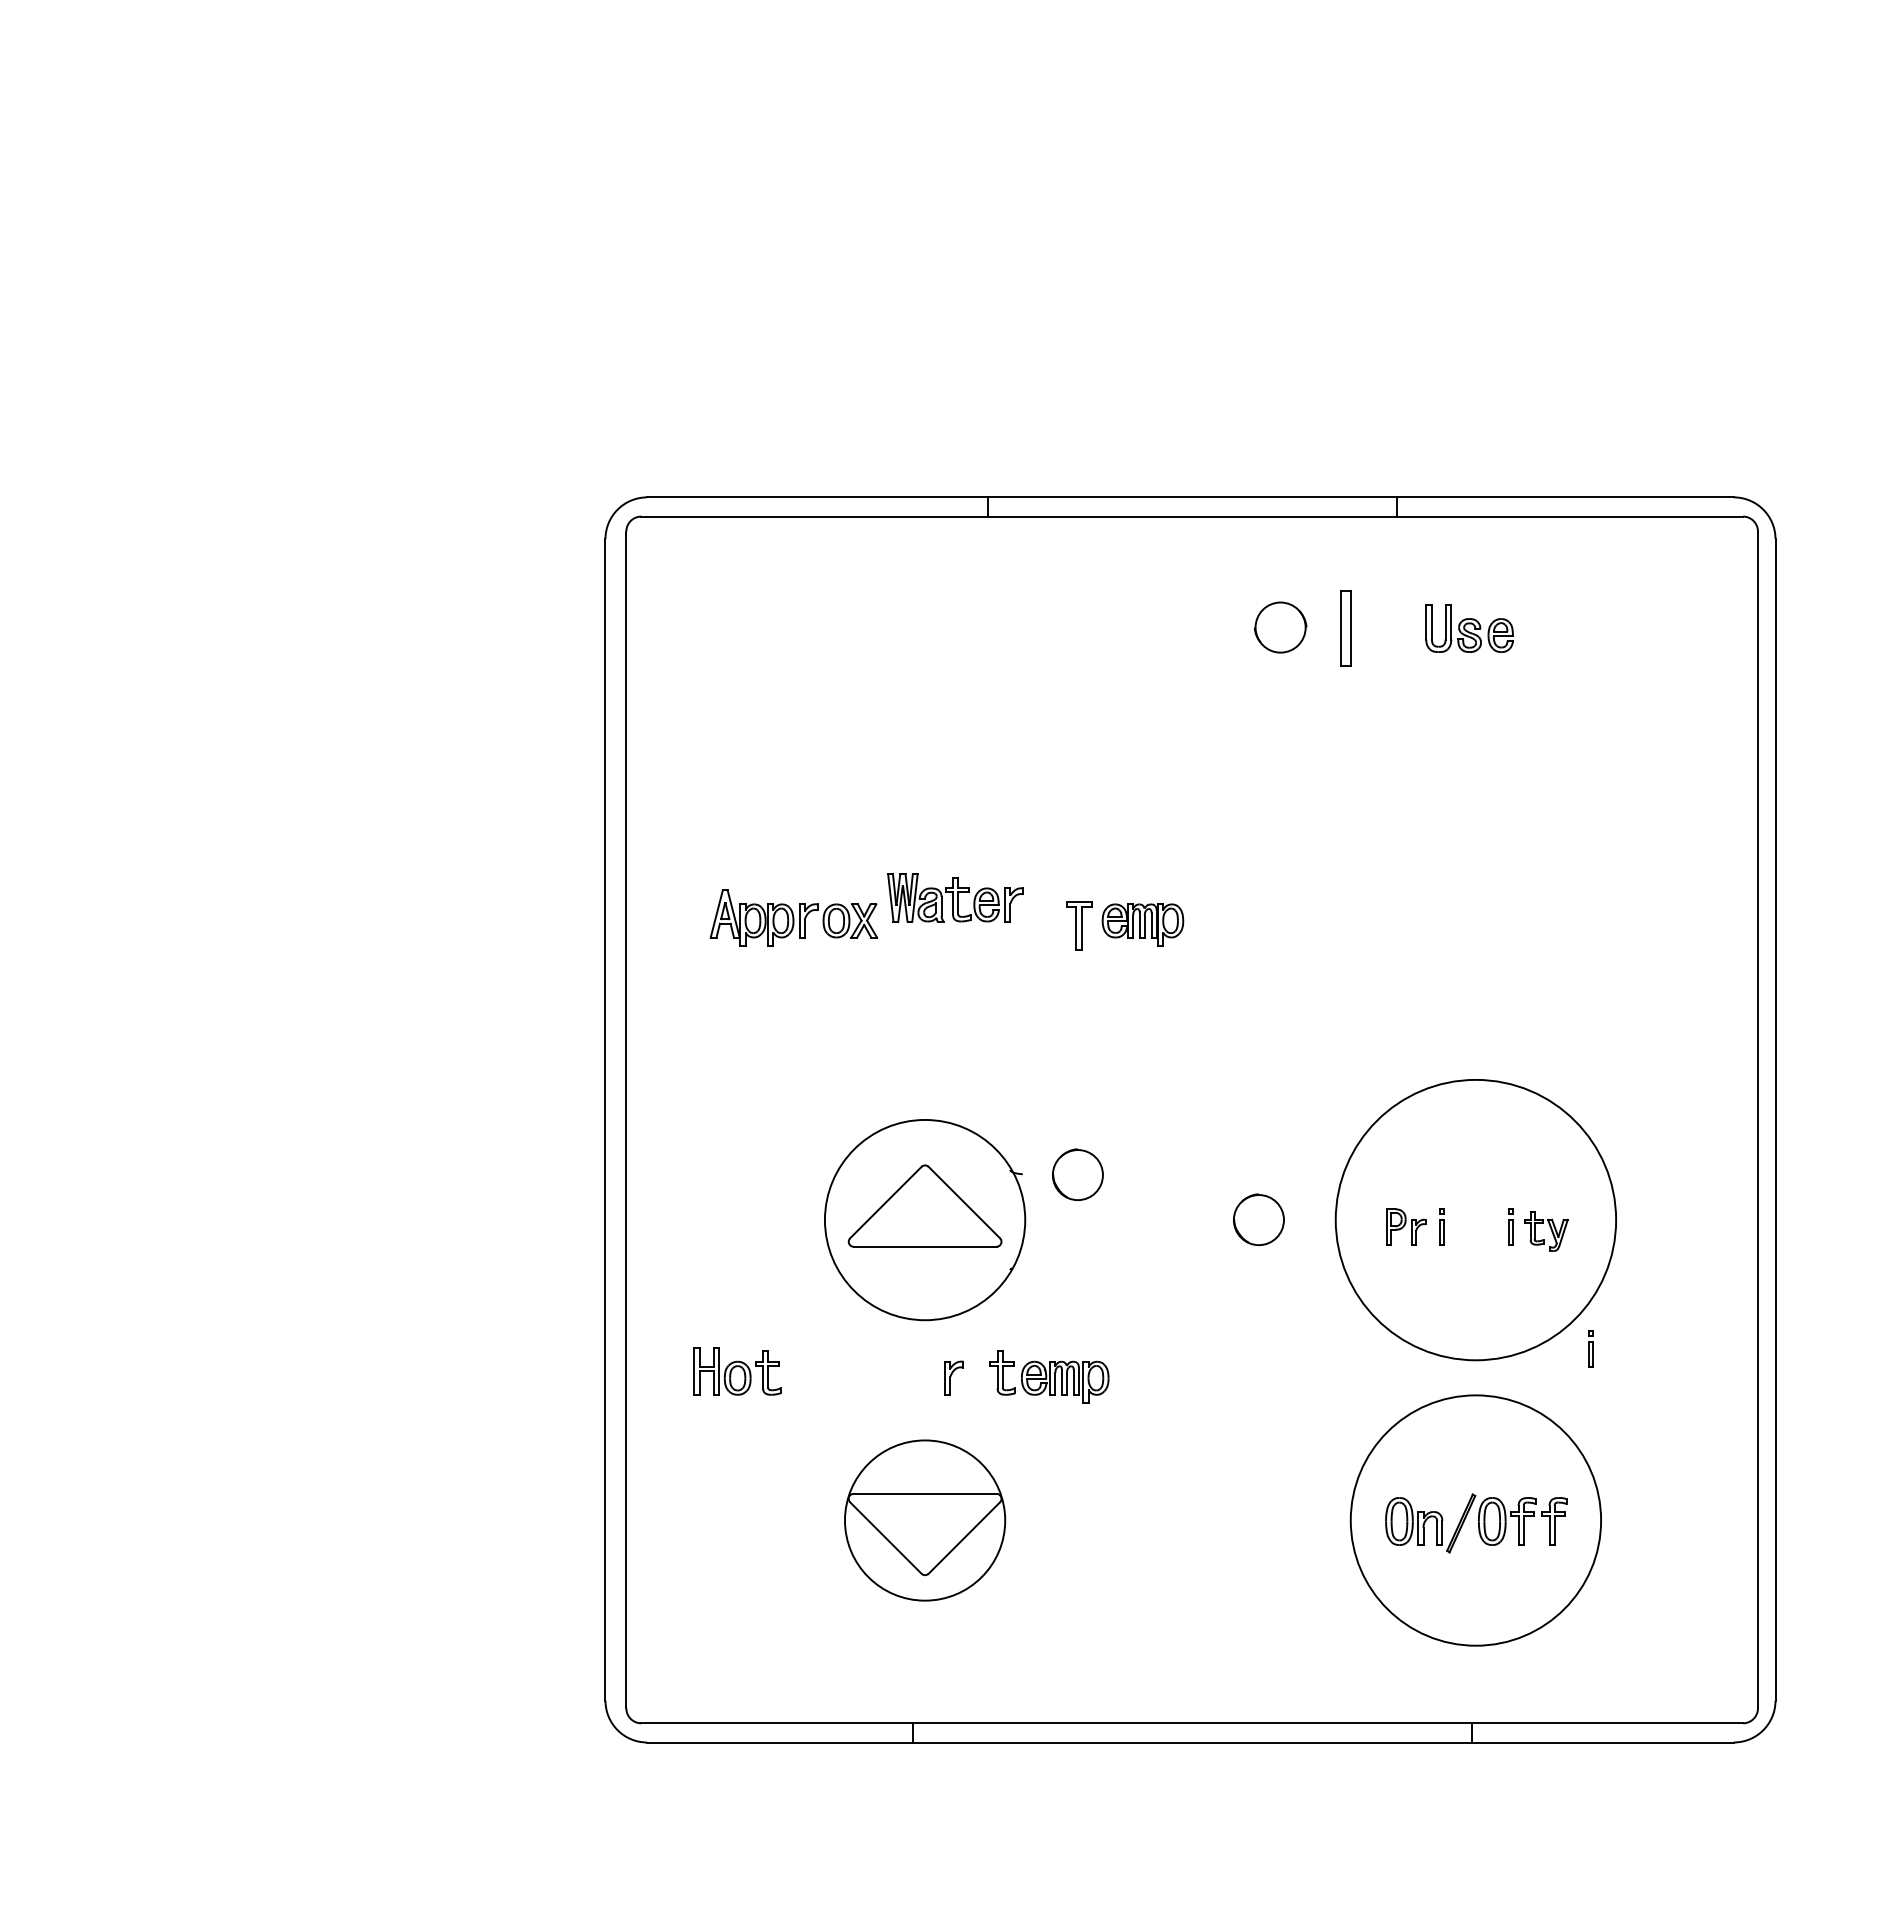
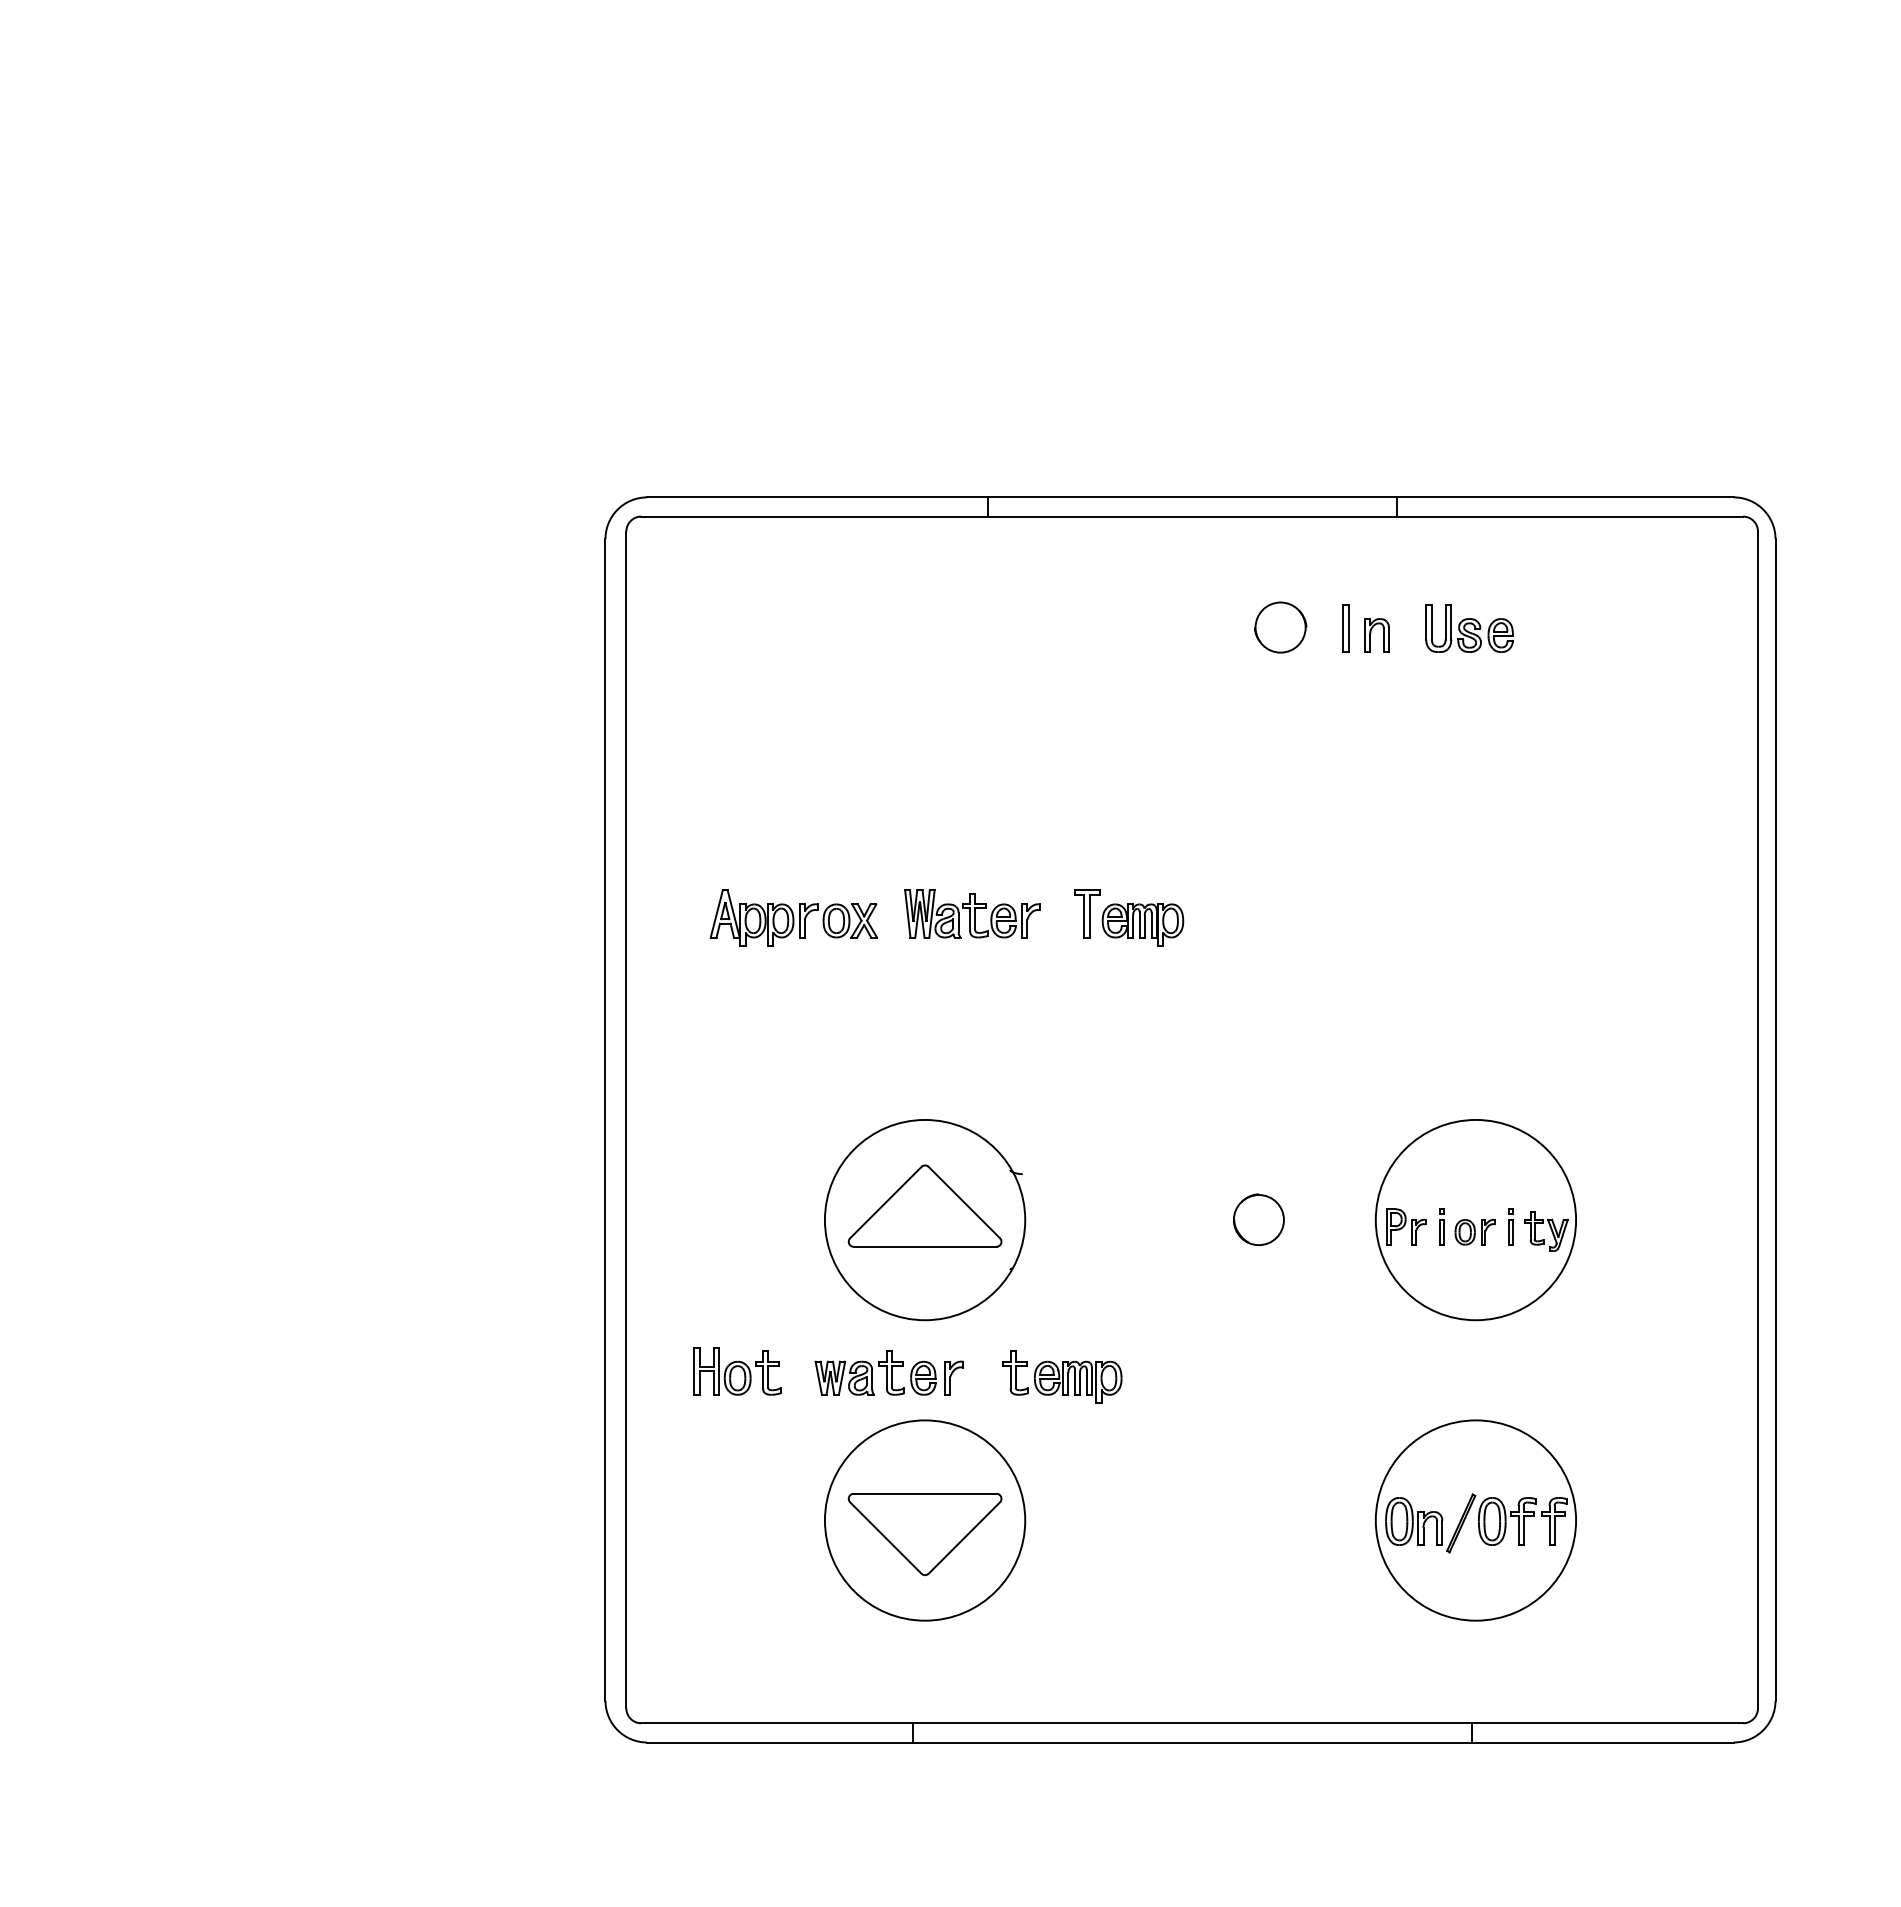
part at (1345, 628) size: 12x77 px -> 8x49 px
part at (1376, 635): none -> present
part at (955, 897) position: (955, 897) -> (972, 913)
part at (1079, 925) position: (1079, 925) -> (1087, 913)
circle at (1077, 1174): present -> none
circle at (1475, 1219) diameter: 280 px -> 200 px
part at (1474, 1231): none -> present
part at (1590, 1348): present -> none
part at (875, 1372): none -> present
part at (1049, 1376) position: (1049, 1376) -> (1062, 1376)
circle at (924, 1520) diameter: 160 px -> 200 px
circle at (1475, 1520) diameter: 250 px -> 200 px
